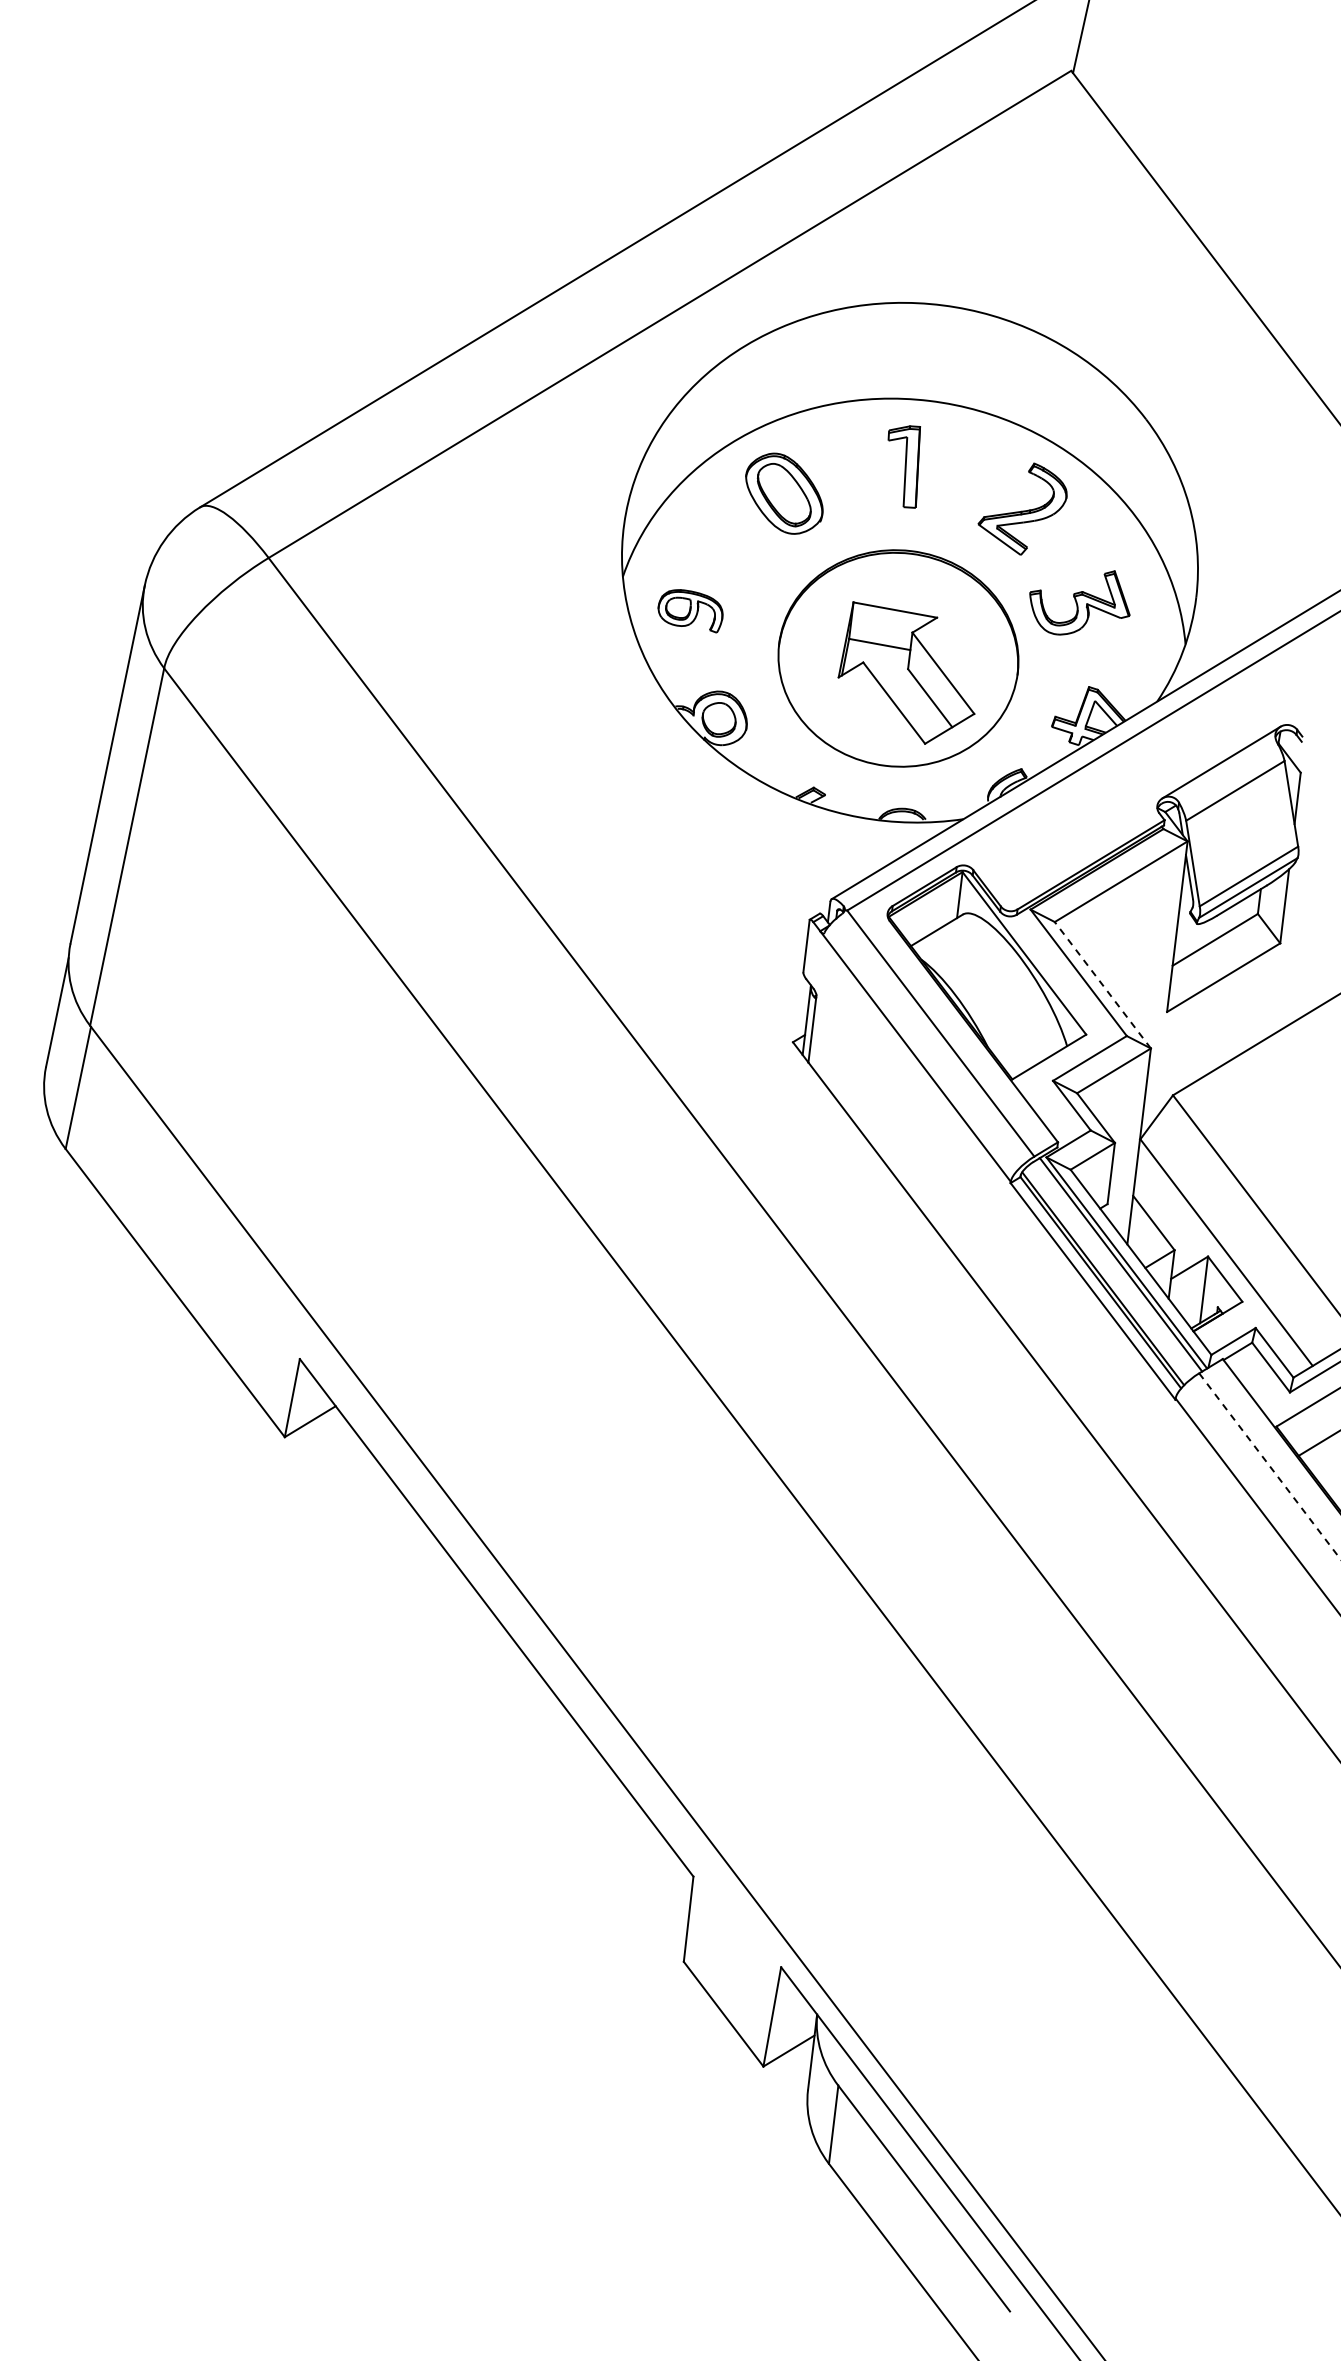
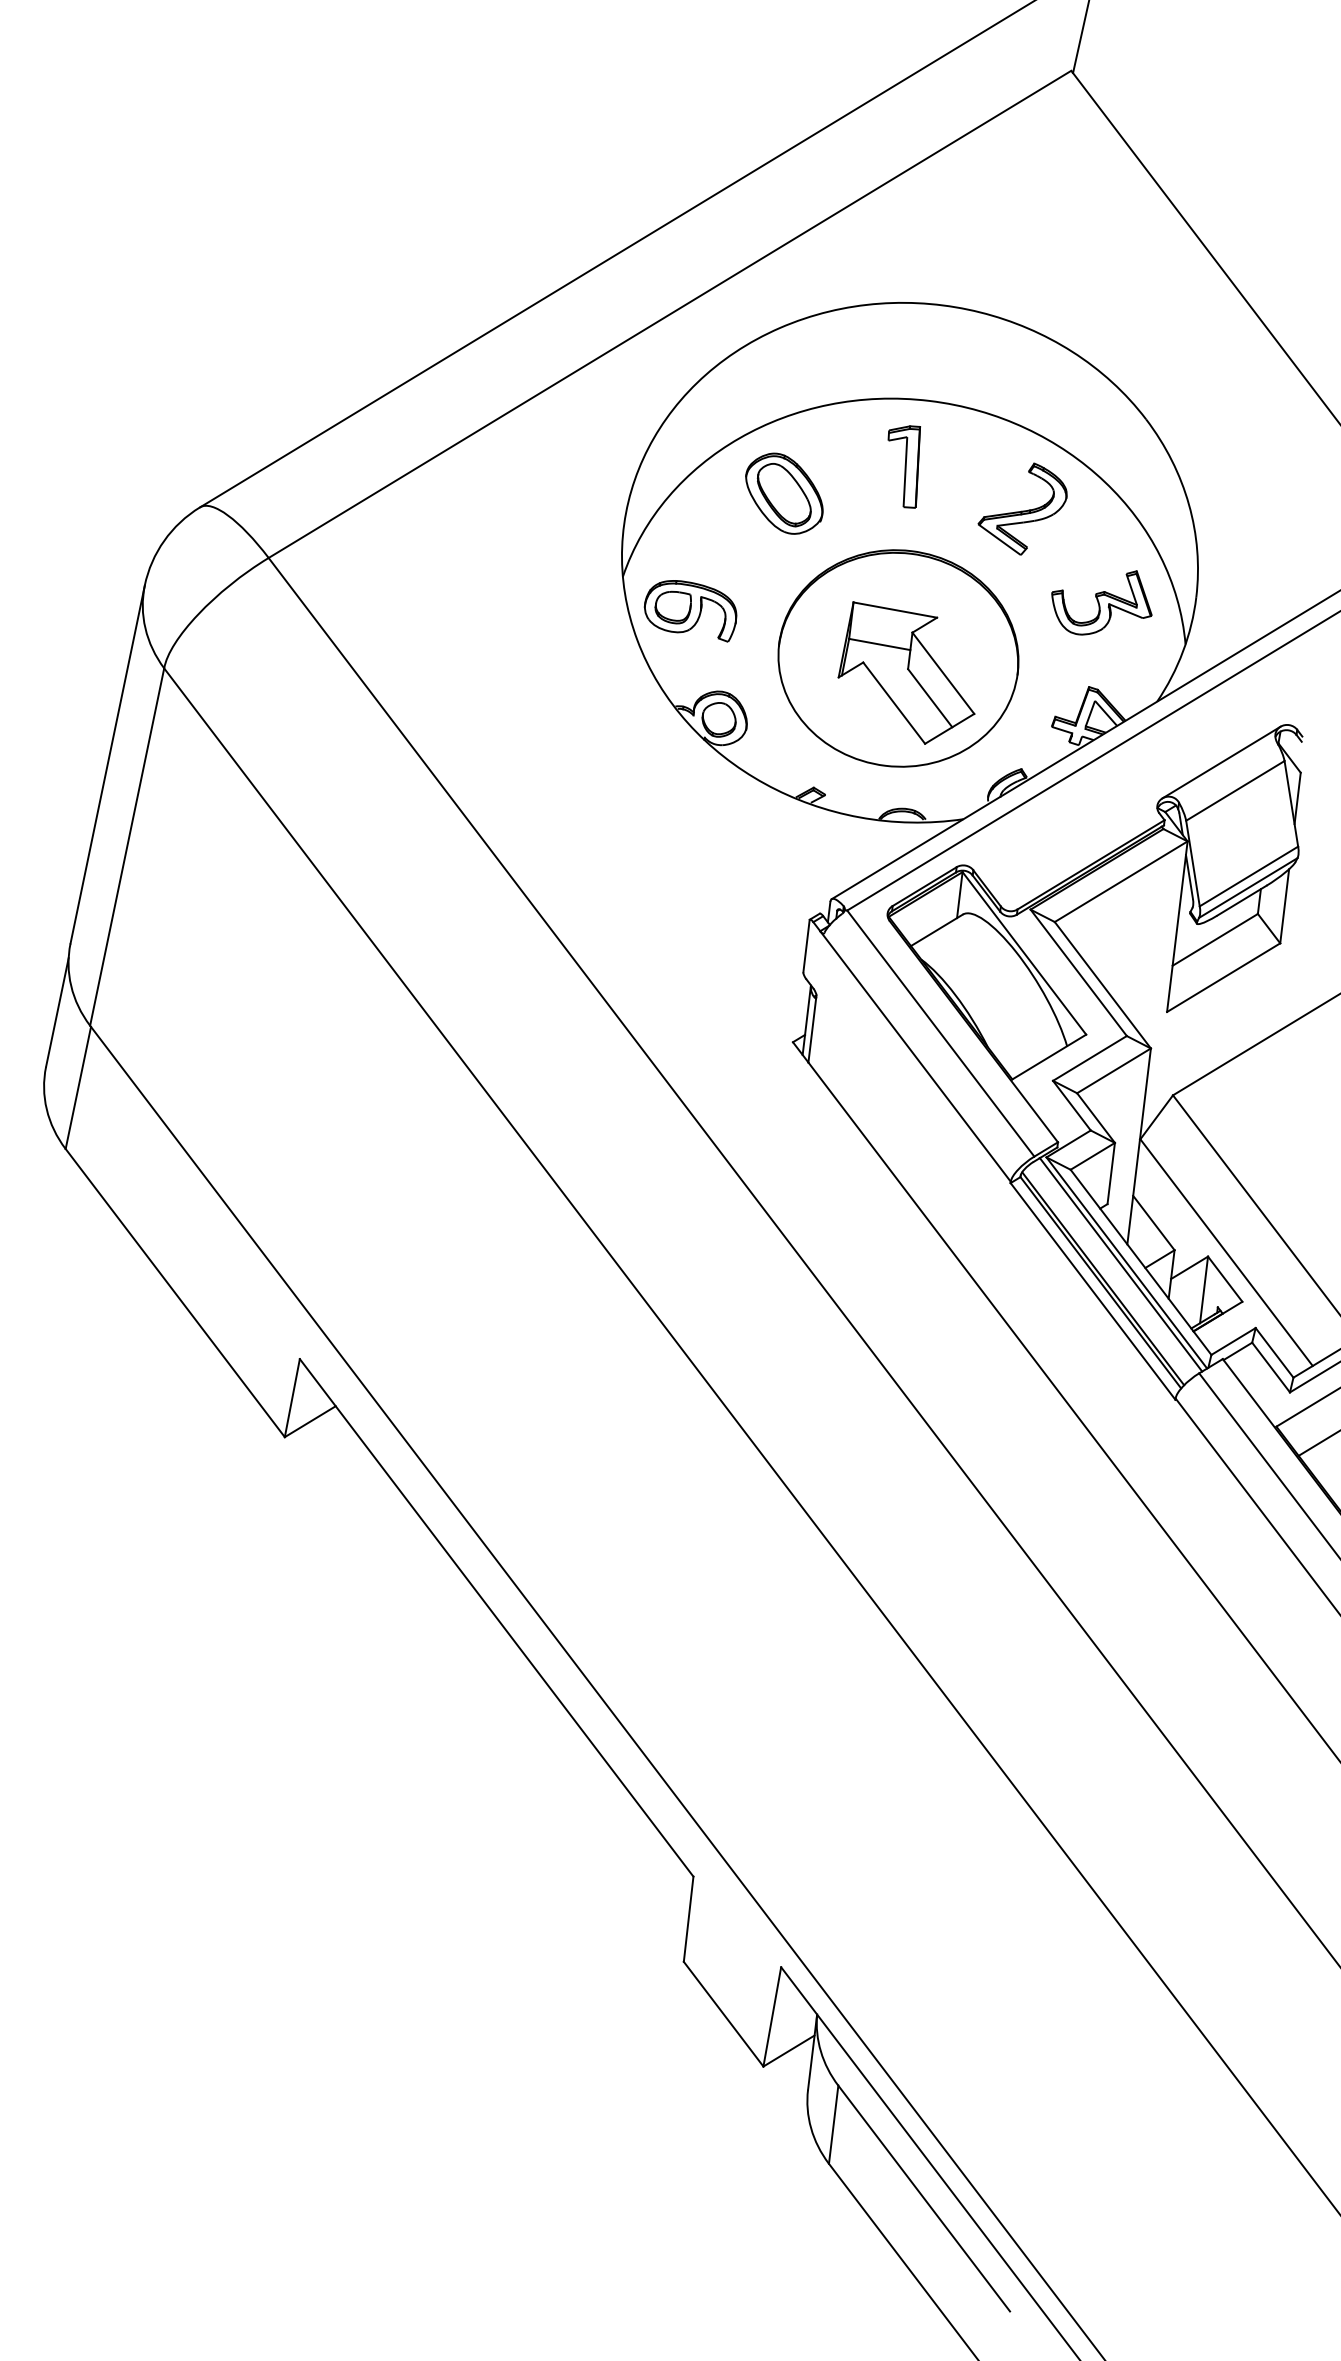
part at (1079, 602) position: (1079, 602) -> (1101, 602)
part at (690, 611) size: 67x45 px -> 95x63 px
line at (1102, 984): dashed -> solid
line at (1269, 1466): dashed -> solid
